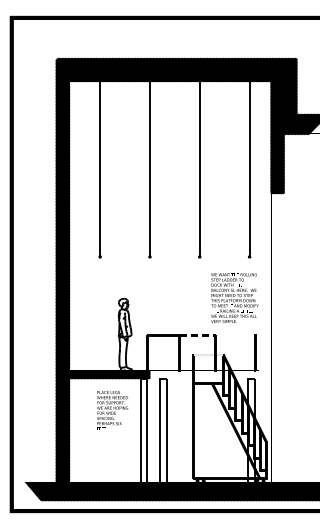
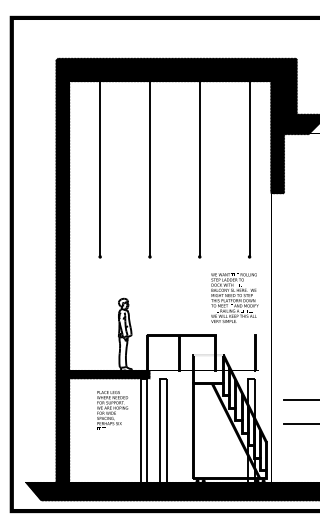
line at (215, 335): dashed -> solid
line at (299, 399): none -> present
line at (299, 424): none -> present
